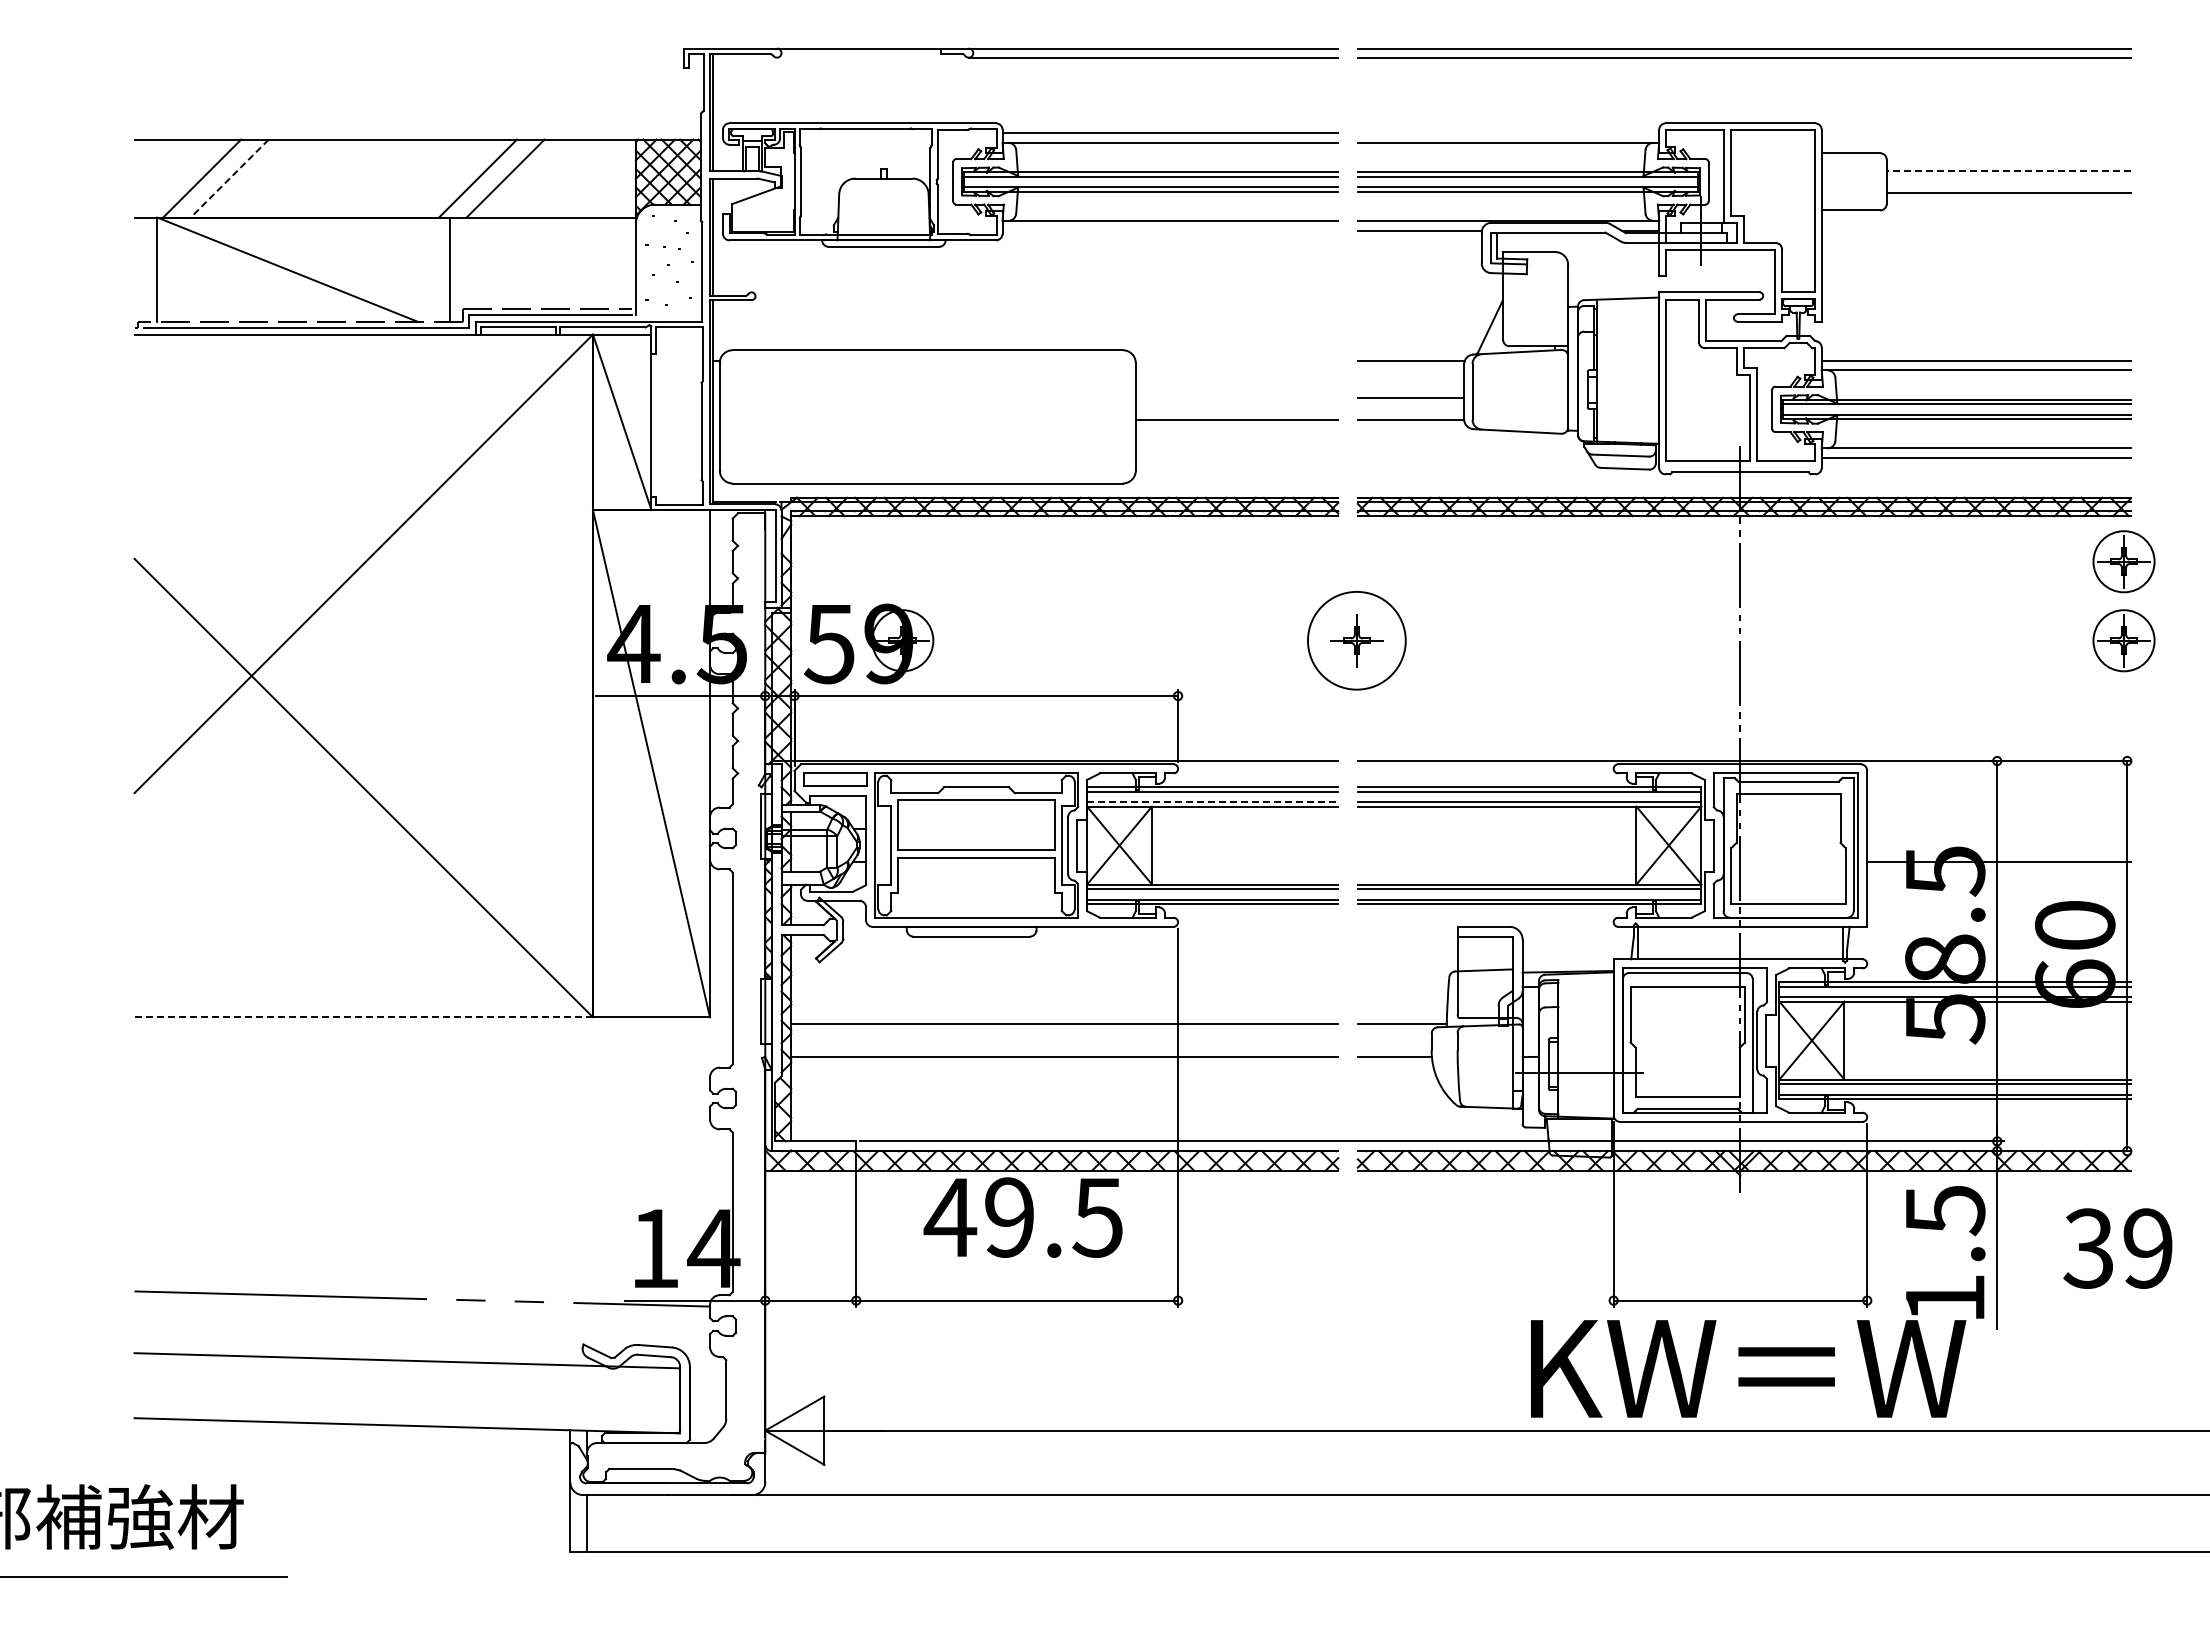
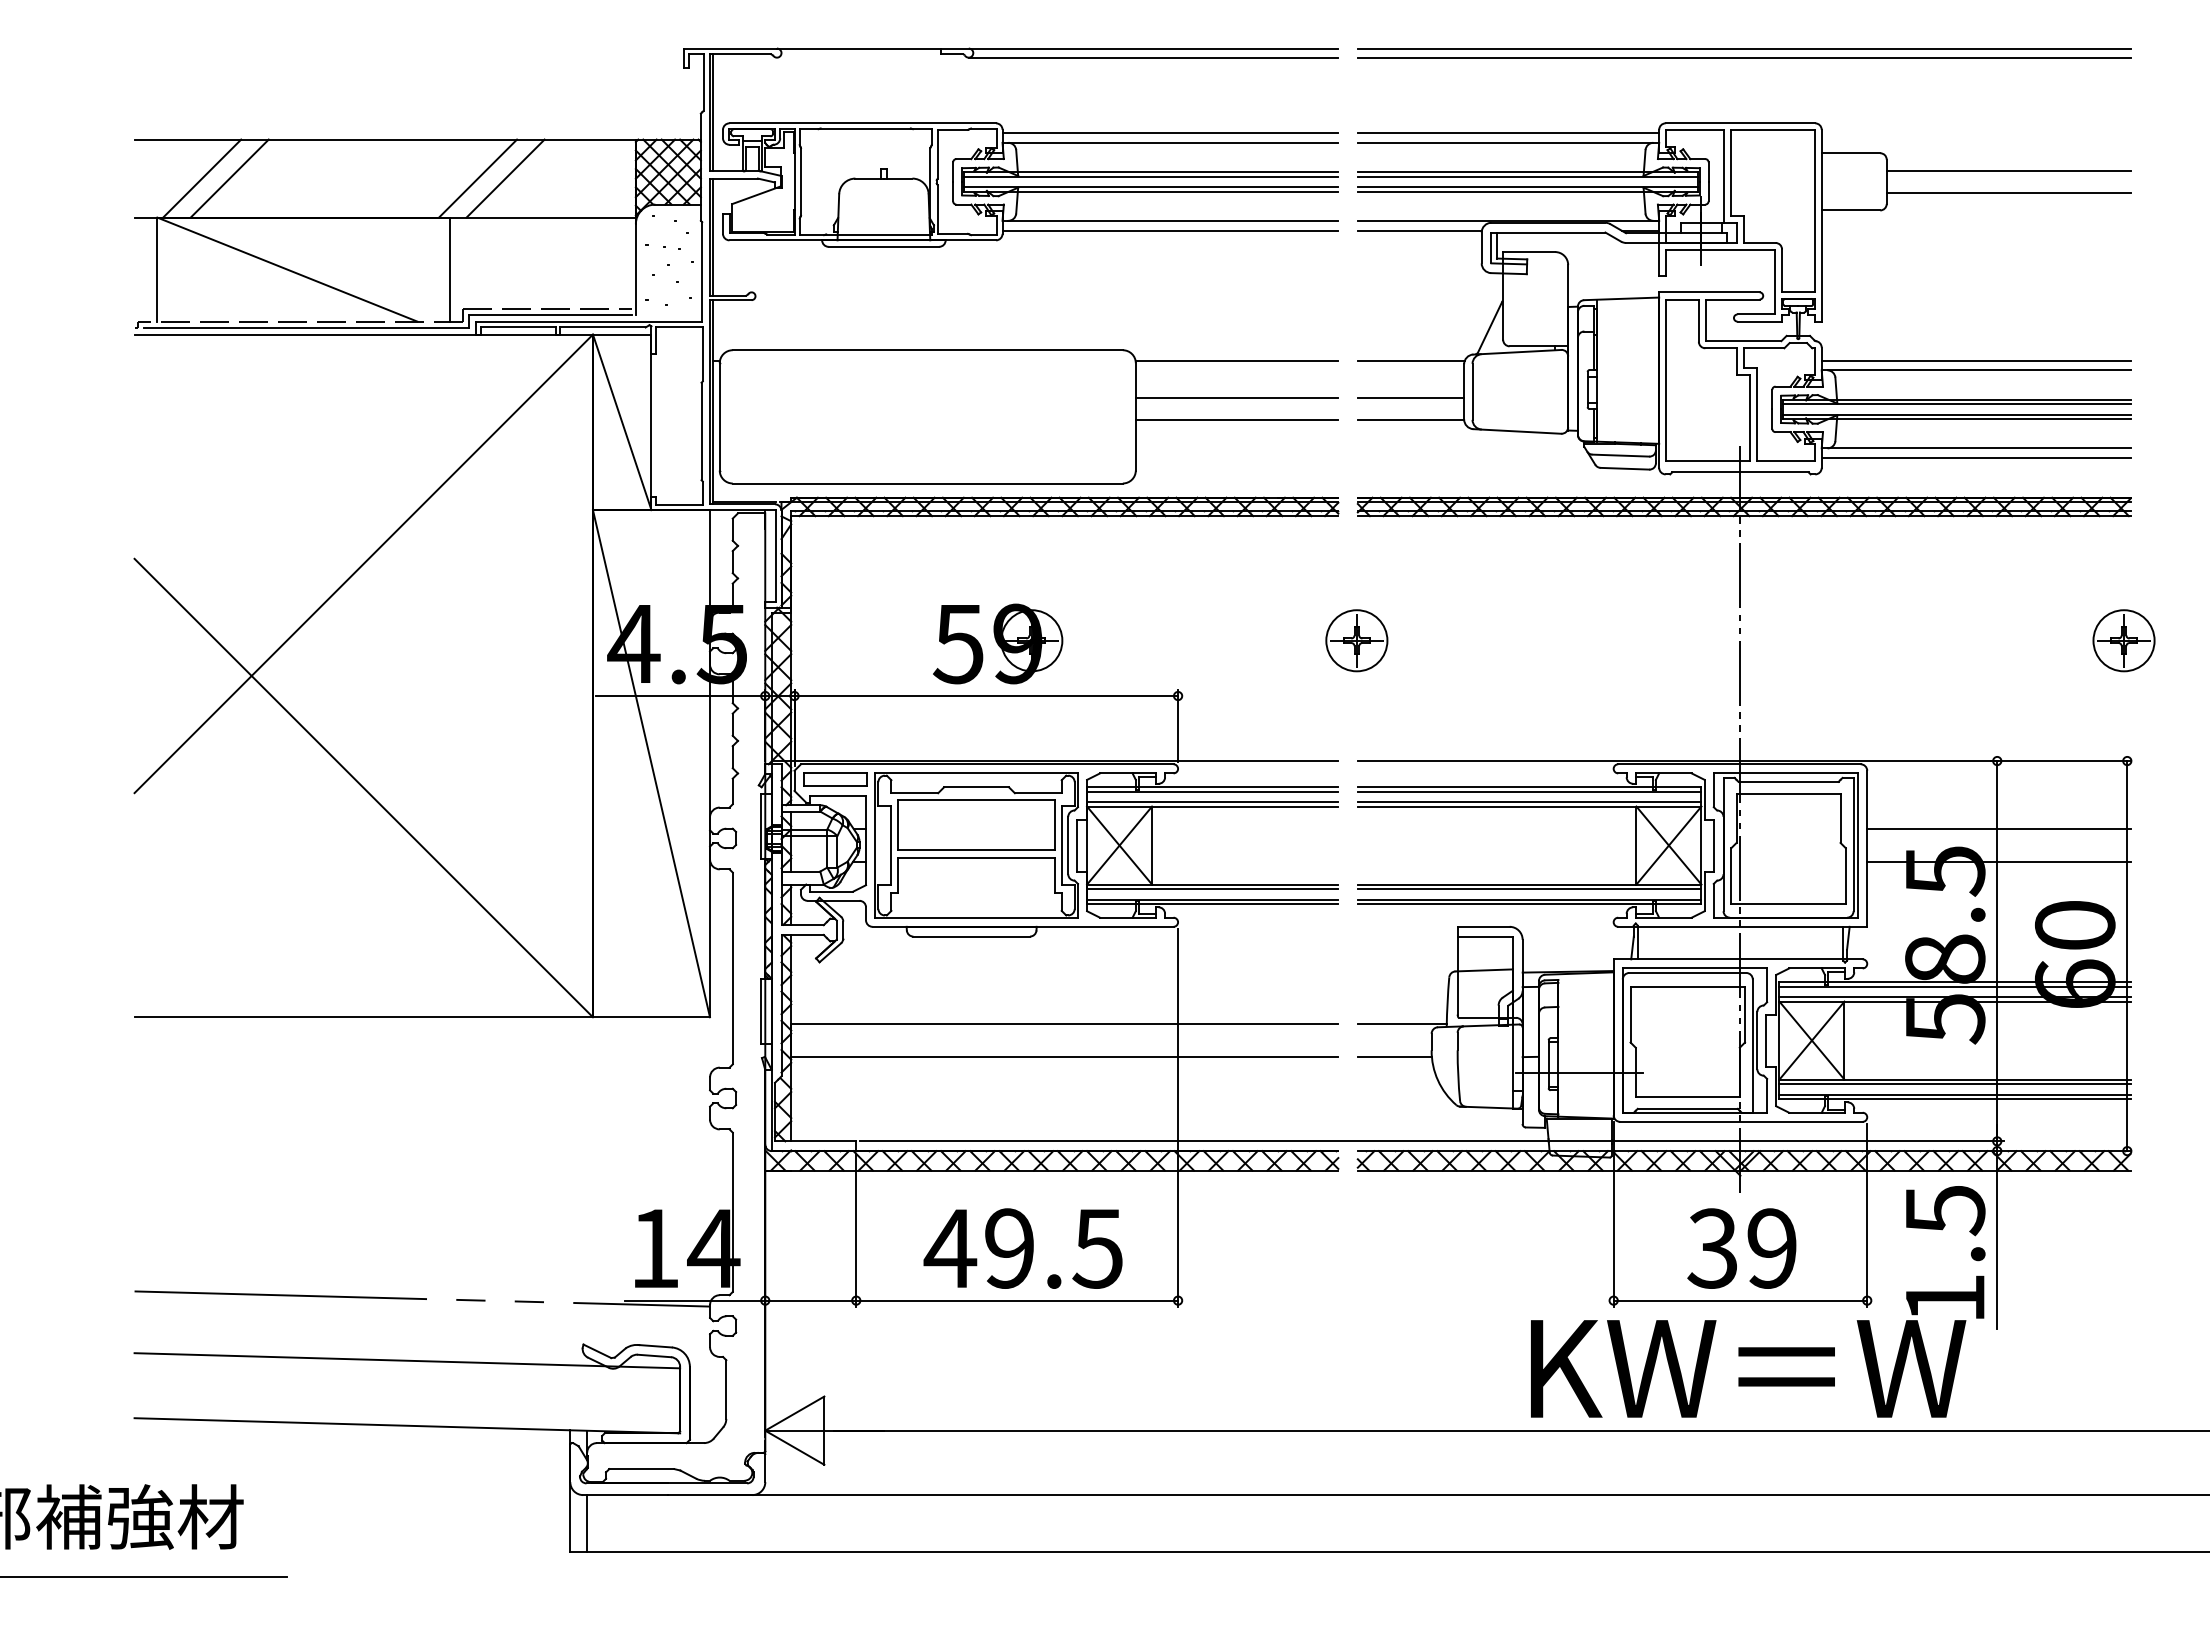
line at (1508, 133): none -> present
line at (2008, 170): dashed -> solid
line at (229, 178): dashed -> solid
line at (1170, 230): none -> present
line at (1236, 360): none -> present
line at (1236, 398): none -> present
part at (2123, 561): present -> none
circle at (1356, 640) diameter: 98 px -> 61 px
part at (869, 643) position: (869, 643) -> (998, 643)
line at (1212, 802): dashed -> solid
line at (1998, 829): none -> present
line at (363, 1017): dashed -> solid
text at (1022, 1217) position: (1022, 1217) -> (1022, 1248)
text at (2117, 1248) position: (2117, 1248) -> (1741, 1248)
